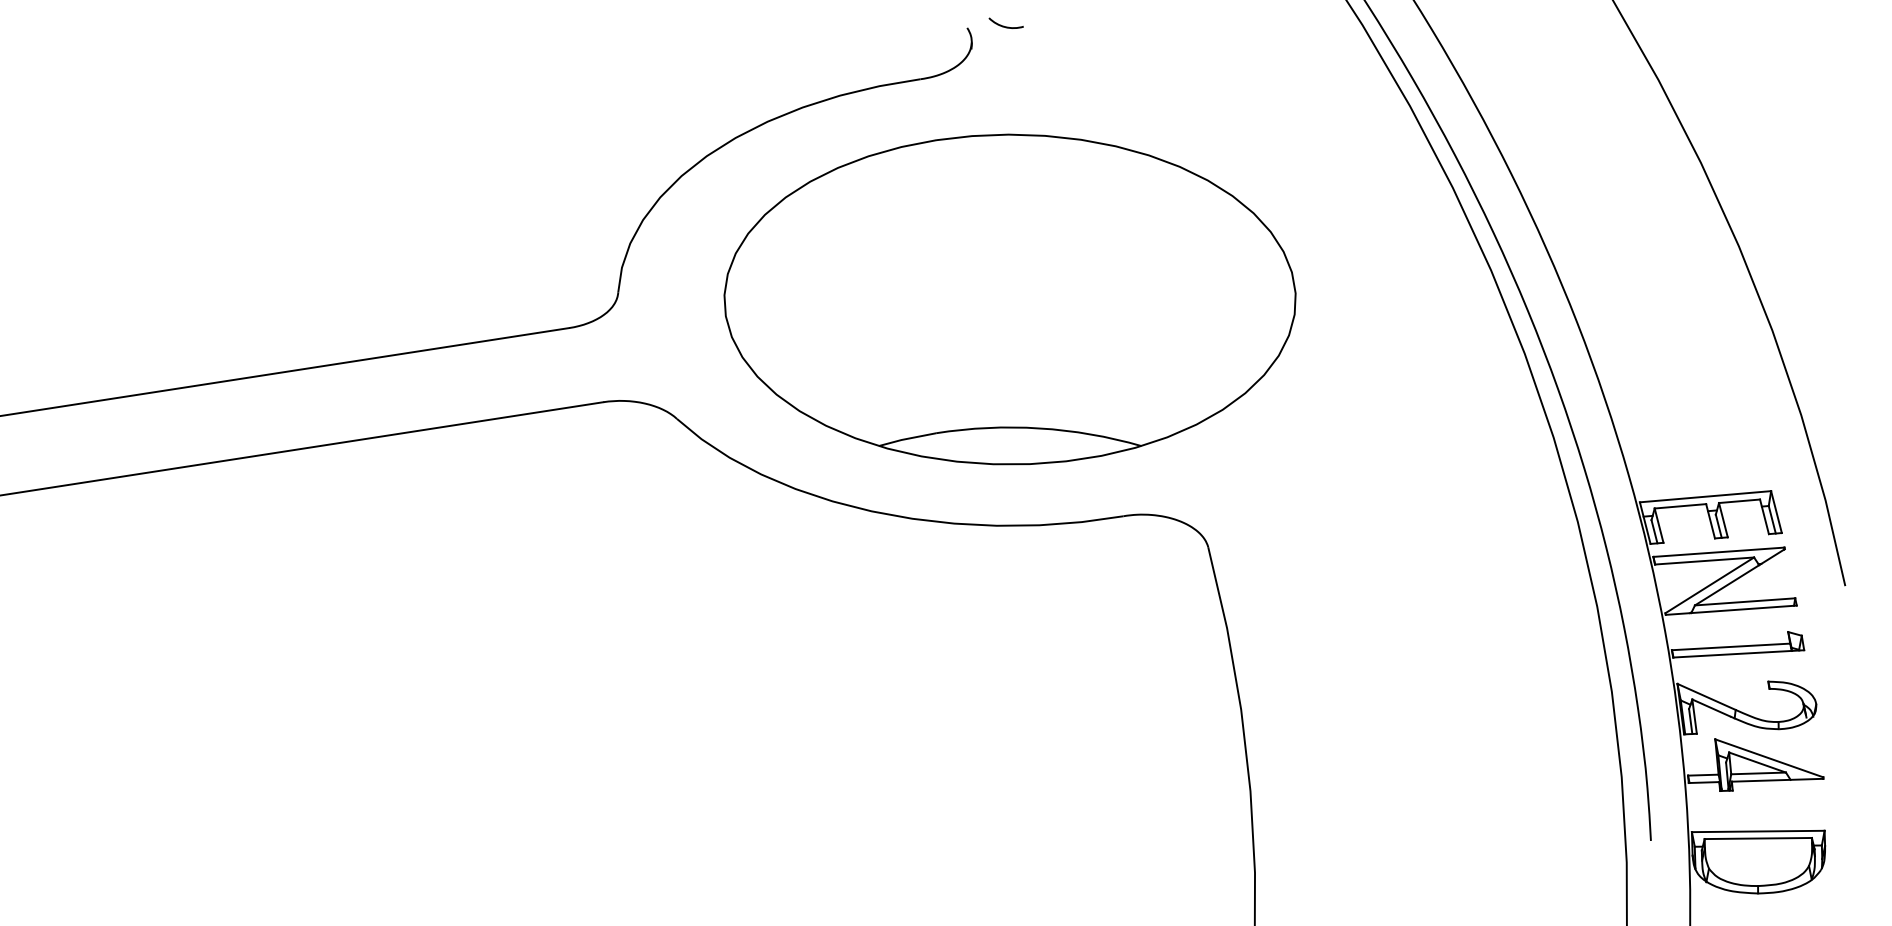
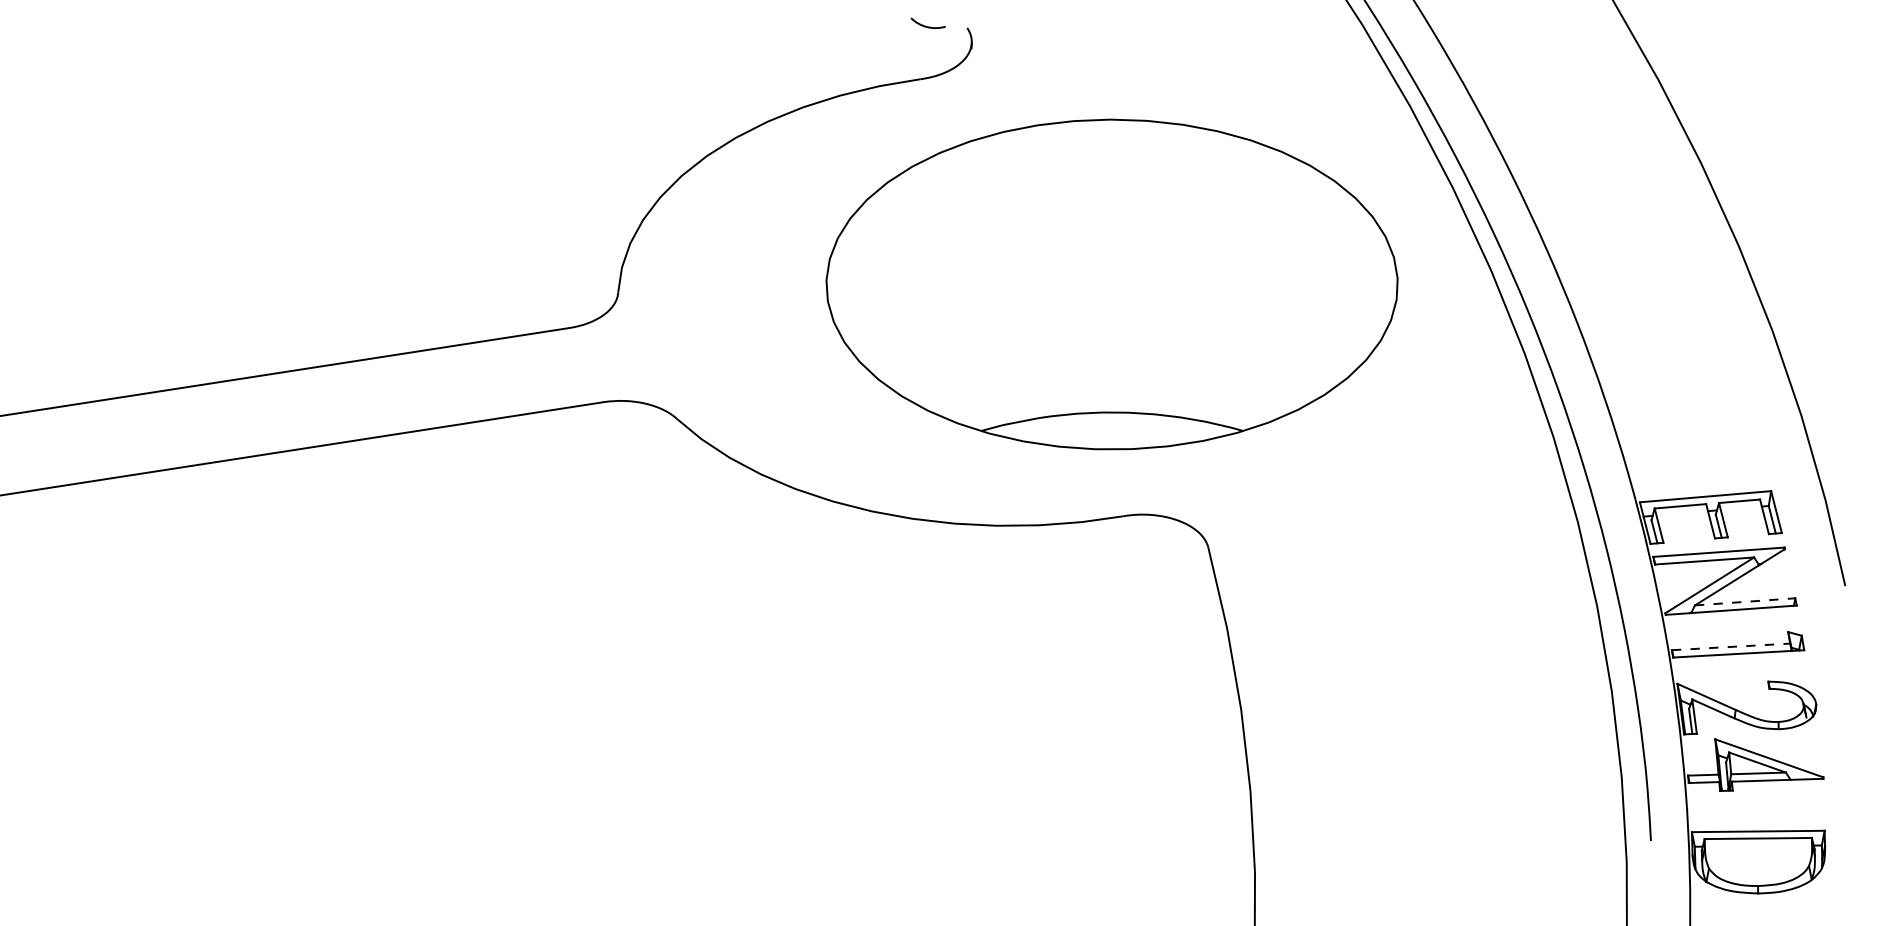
arc at (1003, 25) position: (1003, 25) -> (925, 25)
part at (1009, 299) position: (1009, 299) -> (1111, 284)
line at (1745, 601): solid -> dashed
line at (1731, 646): solid -> dashed
